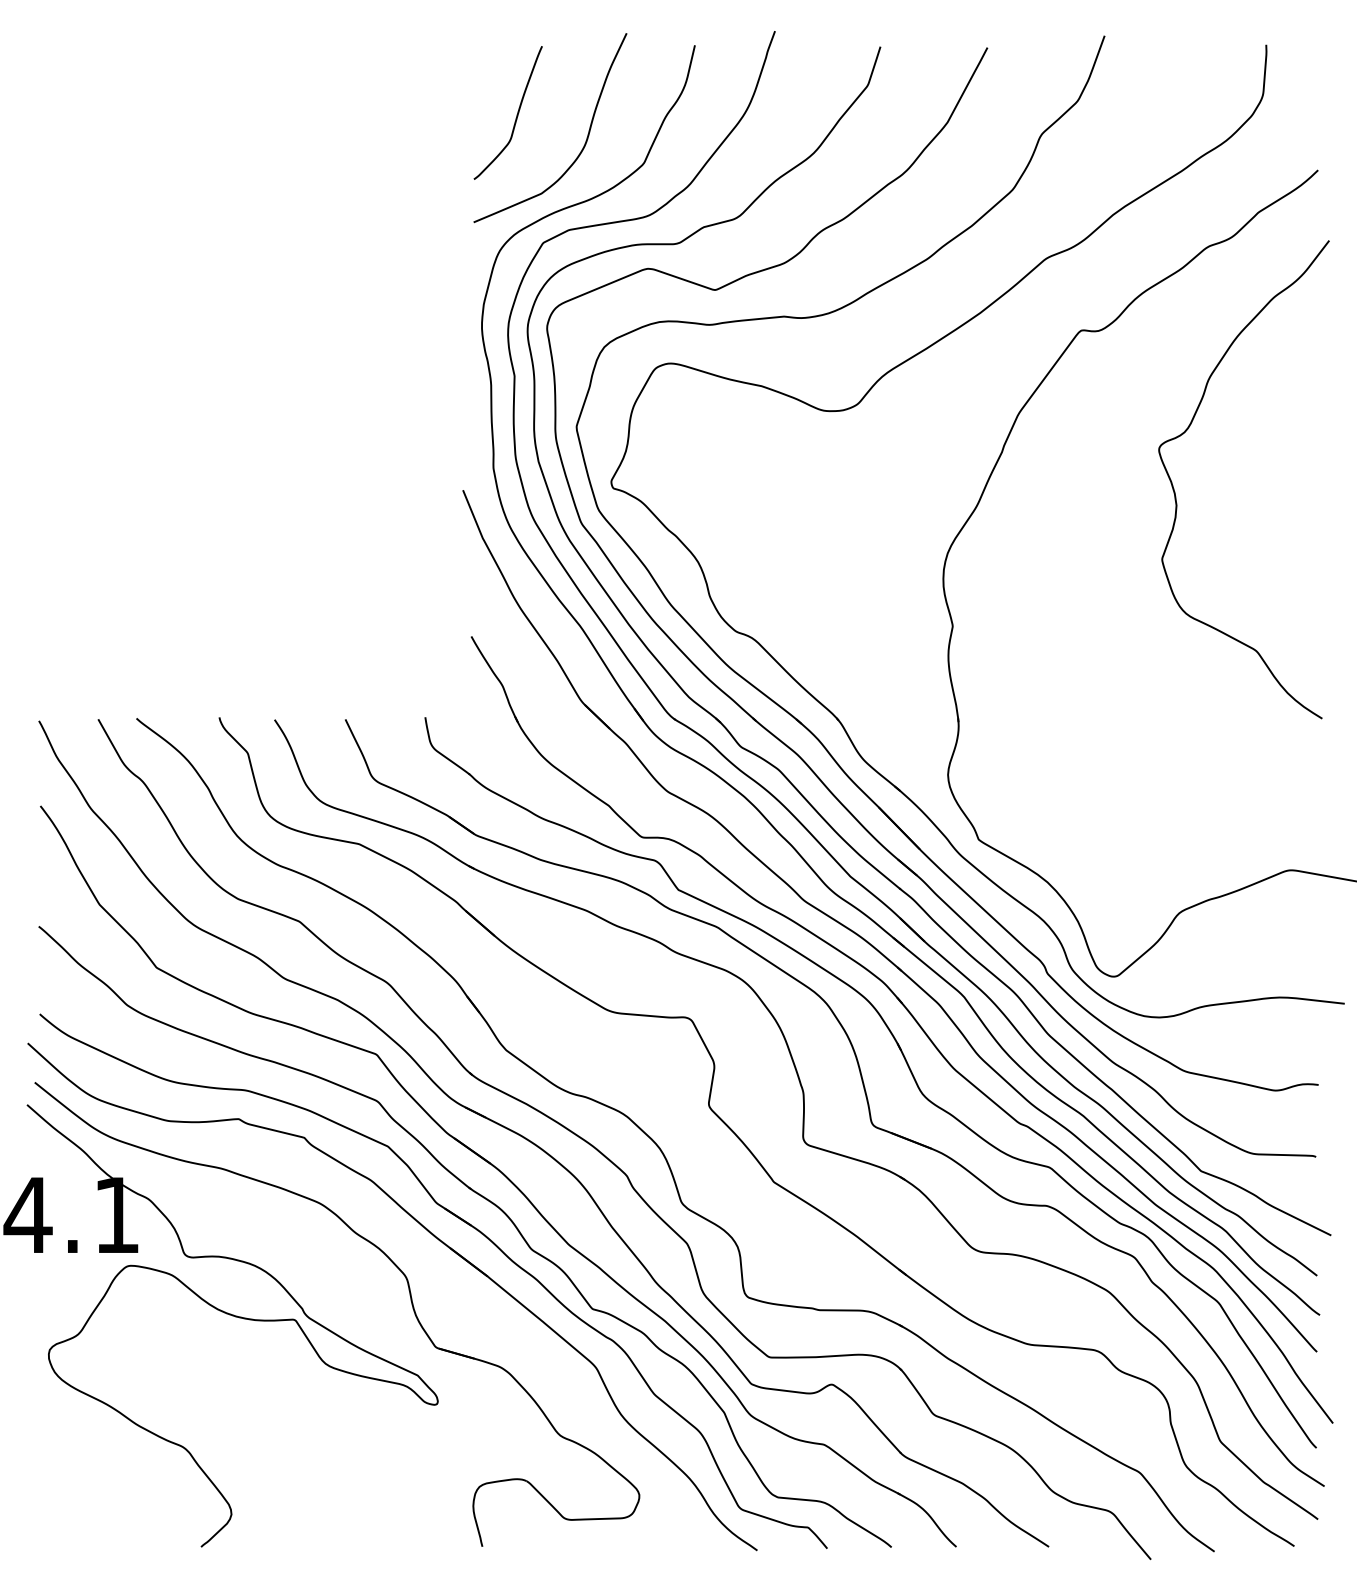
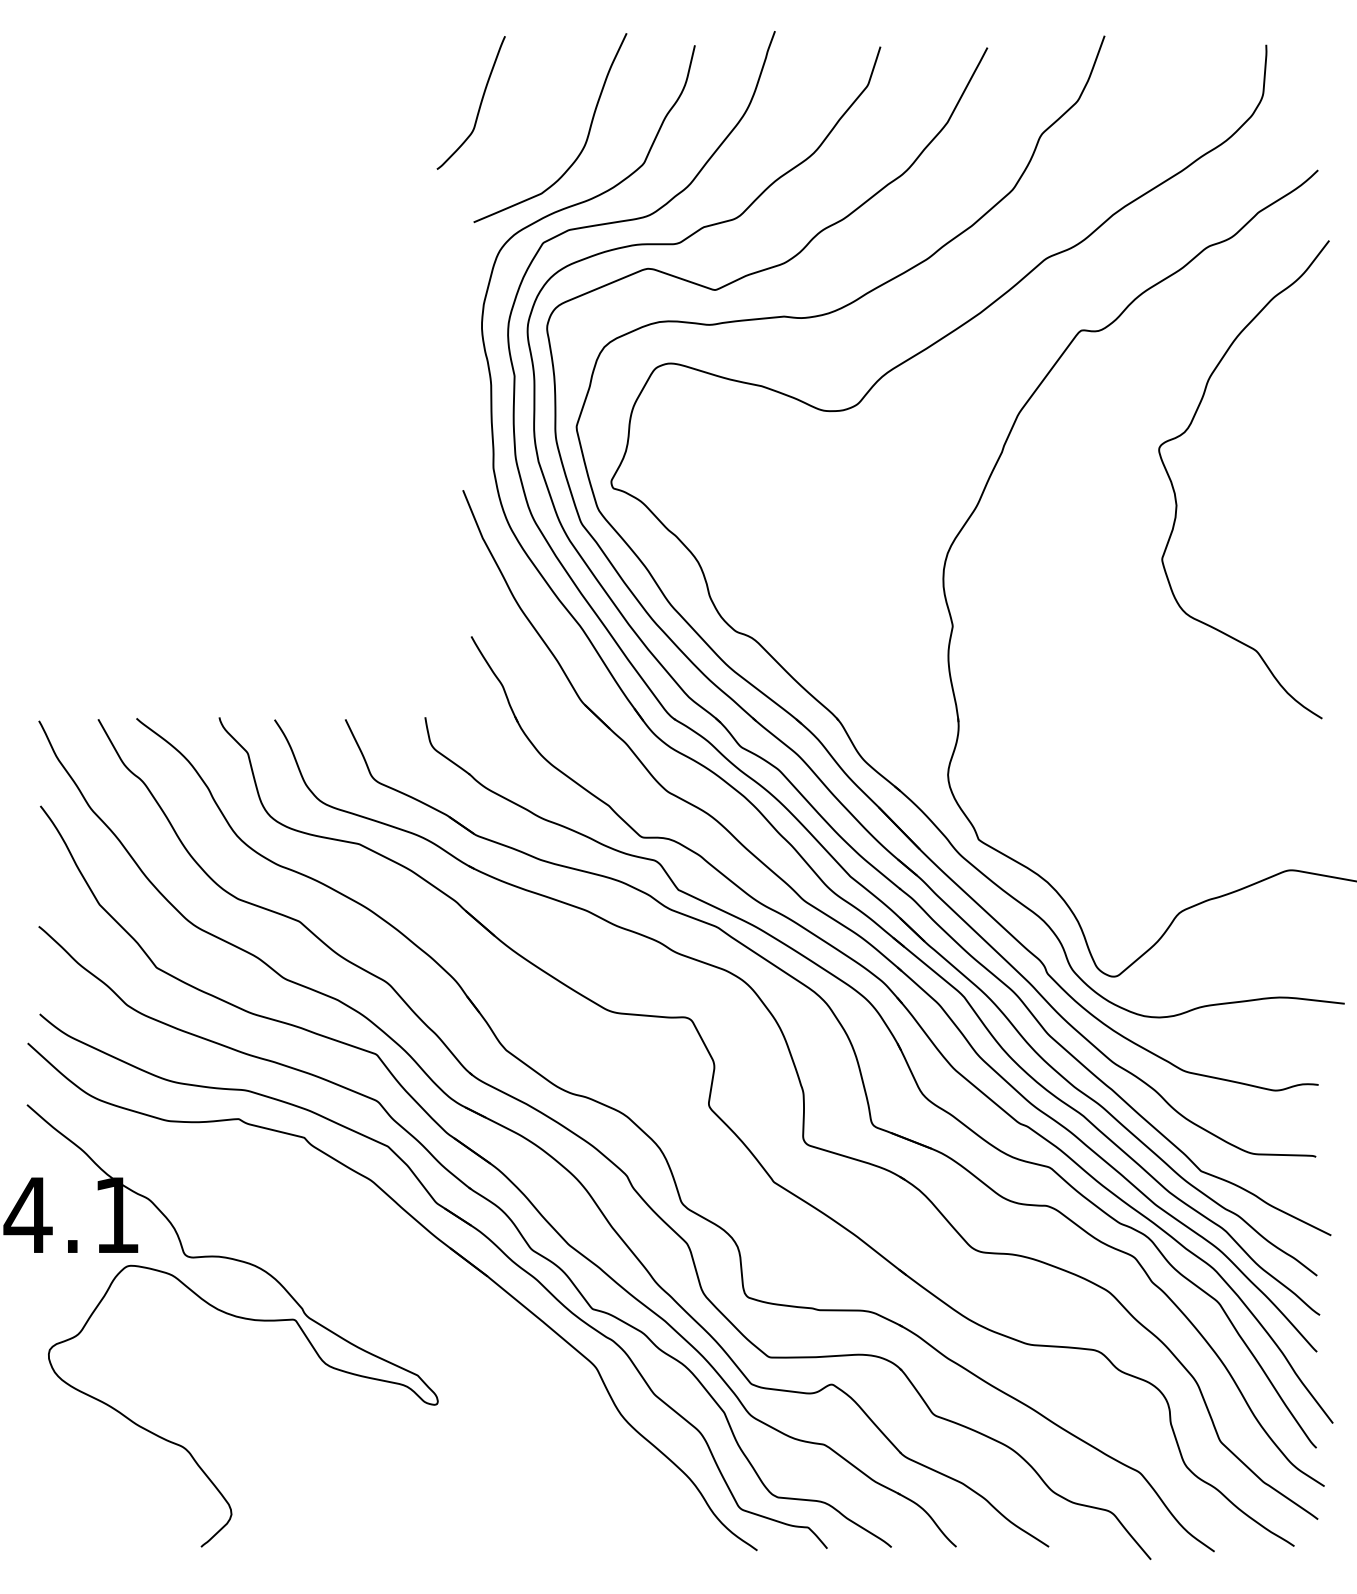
curve at (516, 114) position: (516, 114) -> (479, 104)
part at (410, 1300): present -> none
